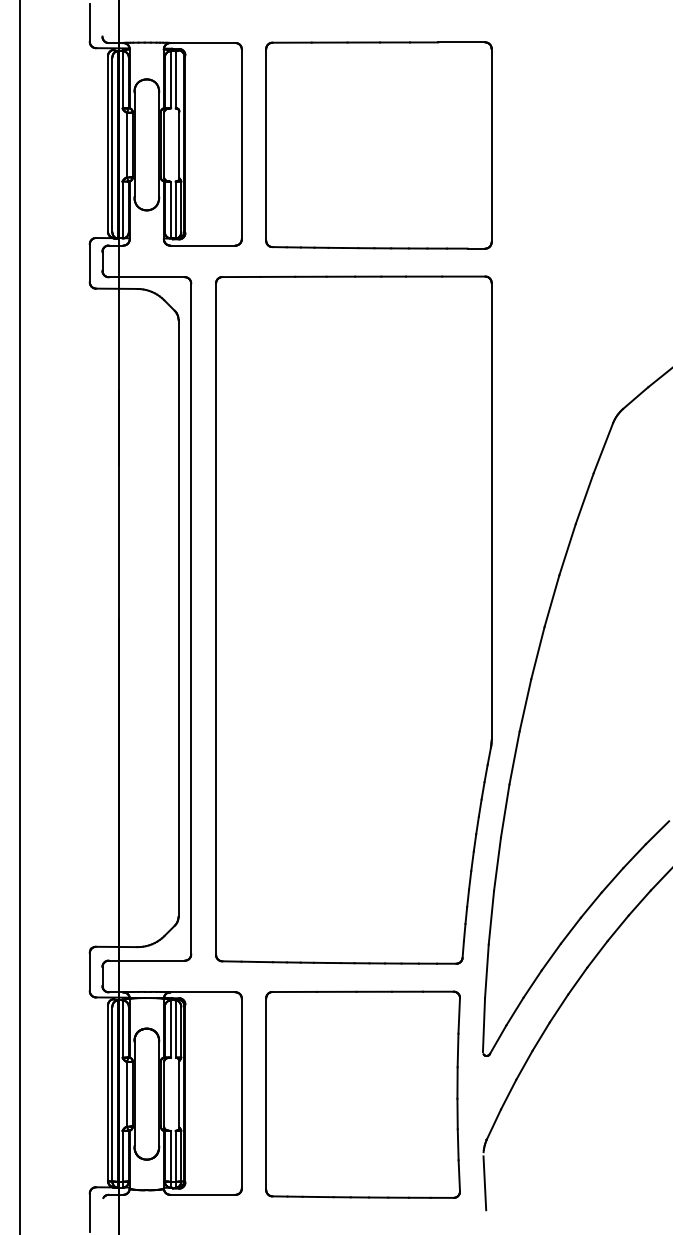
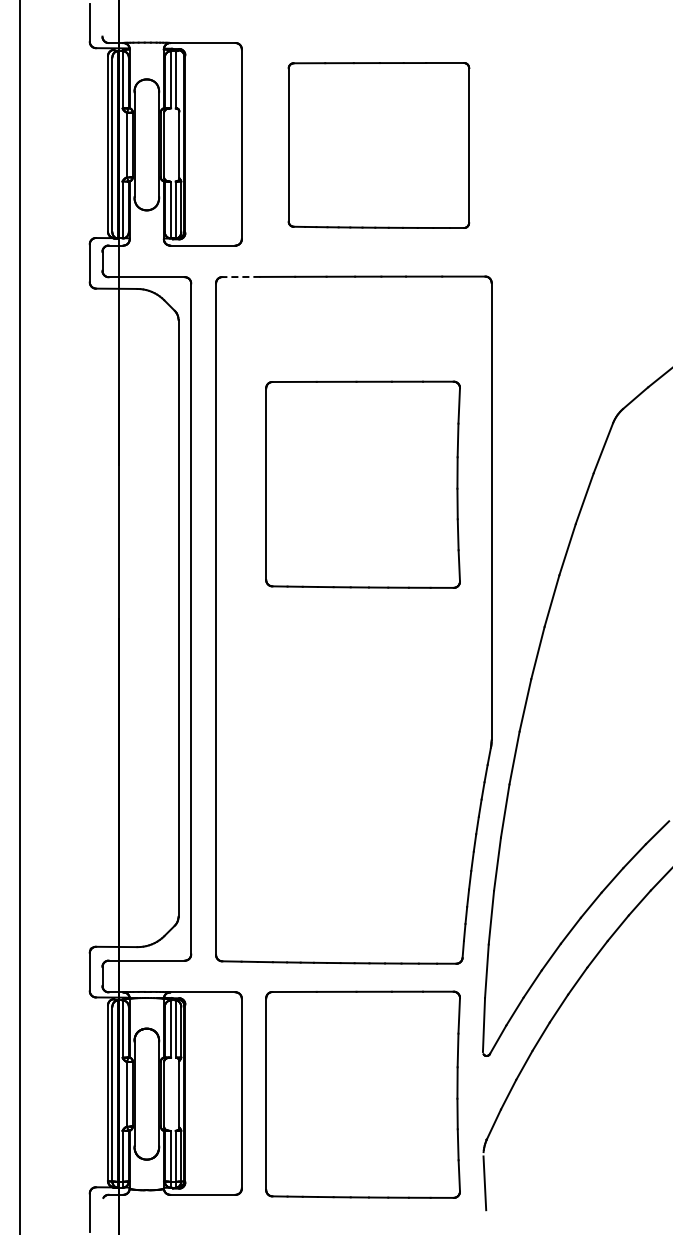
part at (378, 145) size: 228x209 px -> 184x167 px
line at (241, 277): solid -> dashed
part at (362, 484): none -> present
